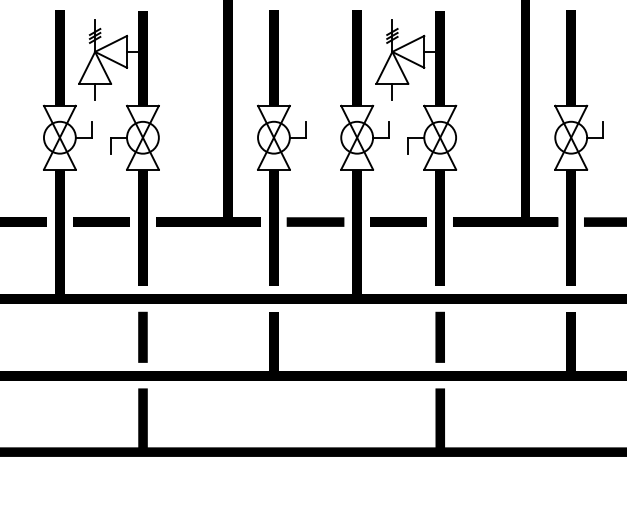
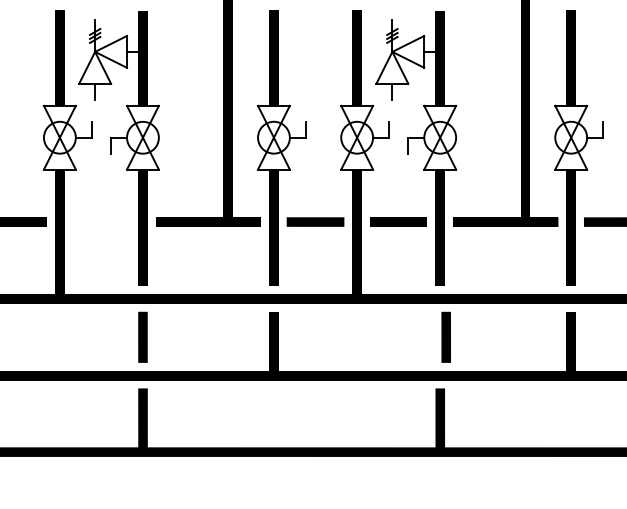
line at (101, 221): present -> none
line at (439, 336) position: (439, 336) -> (445, 336)
